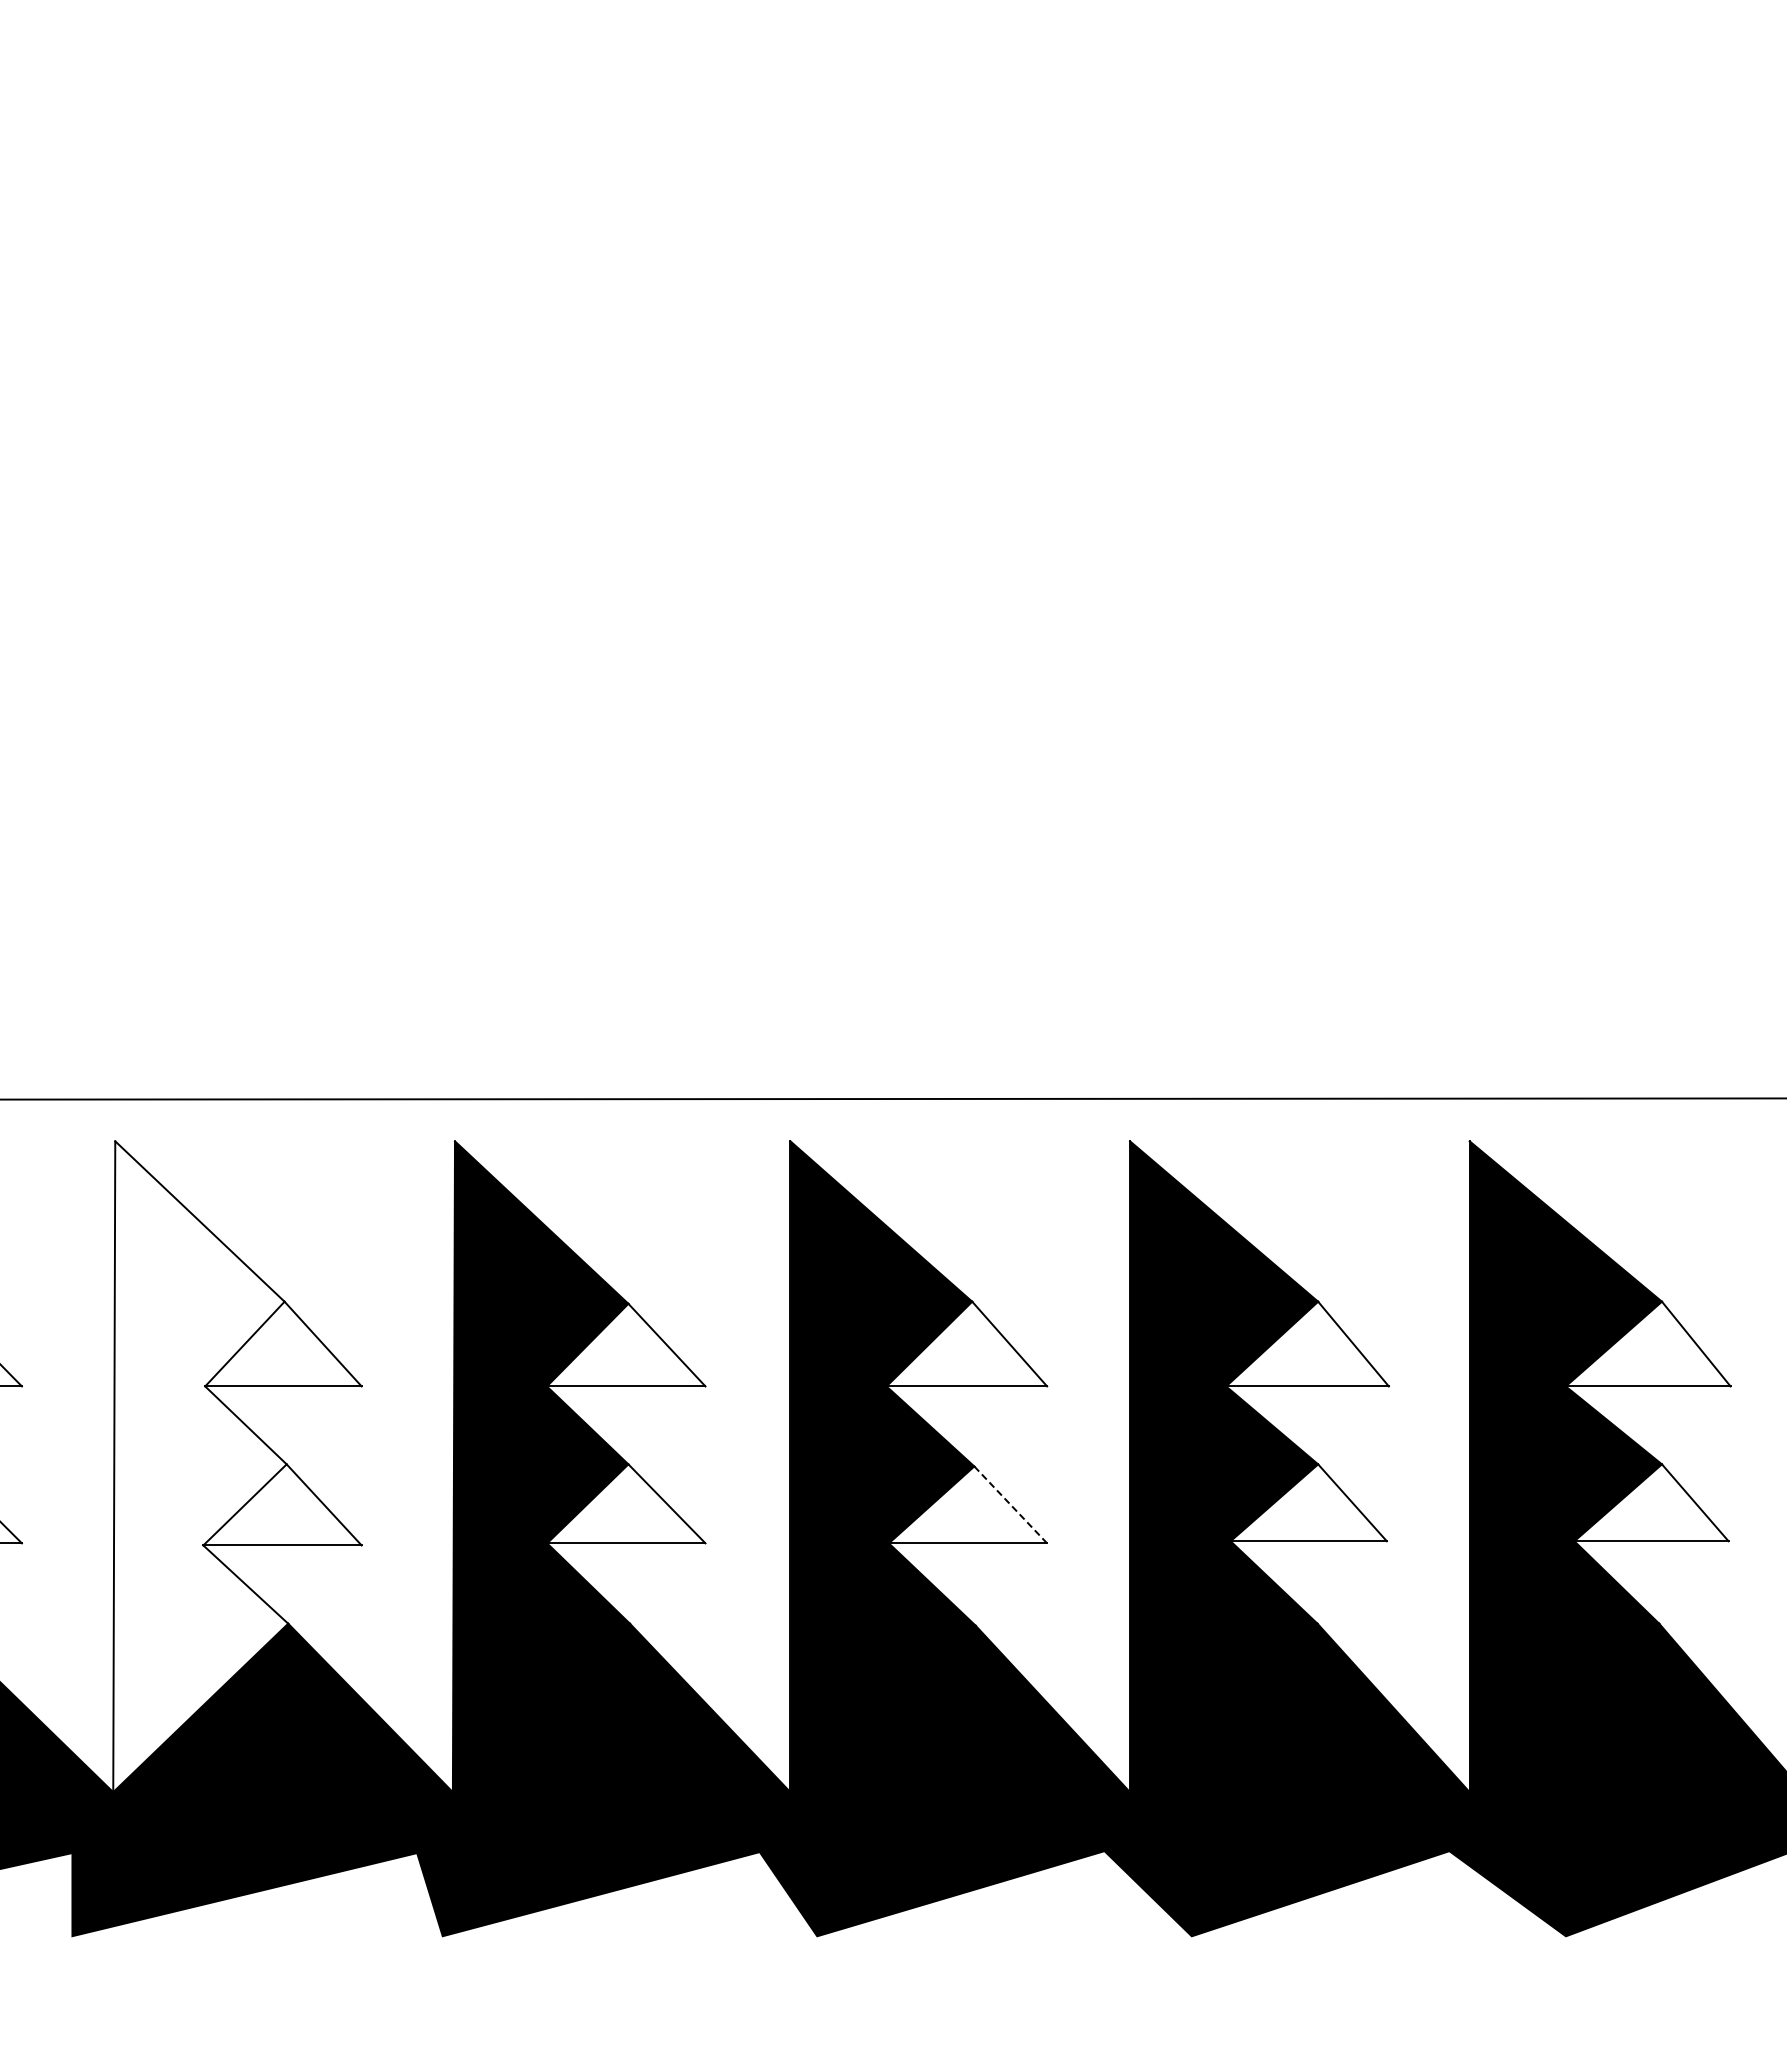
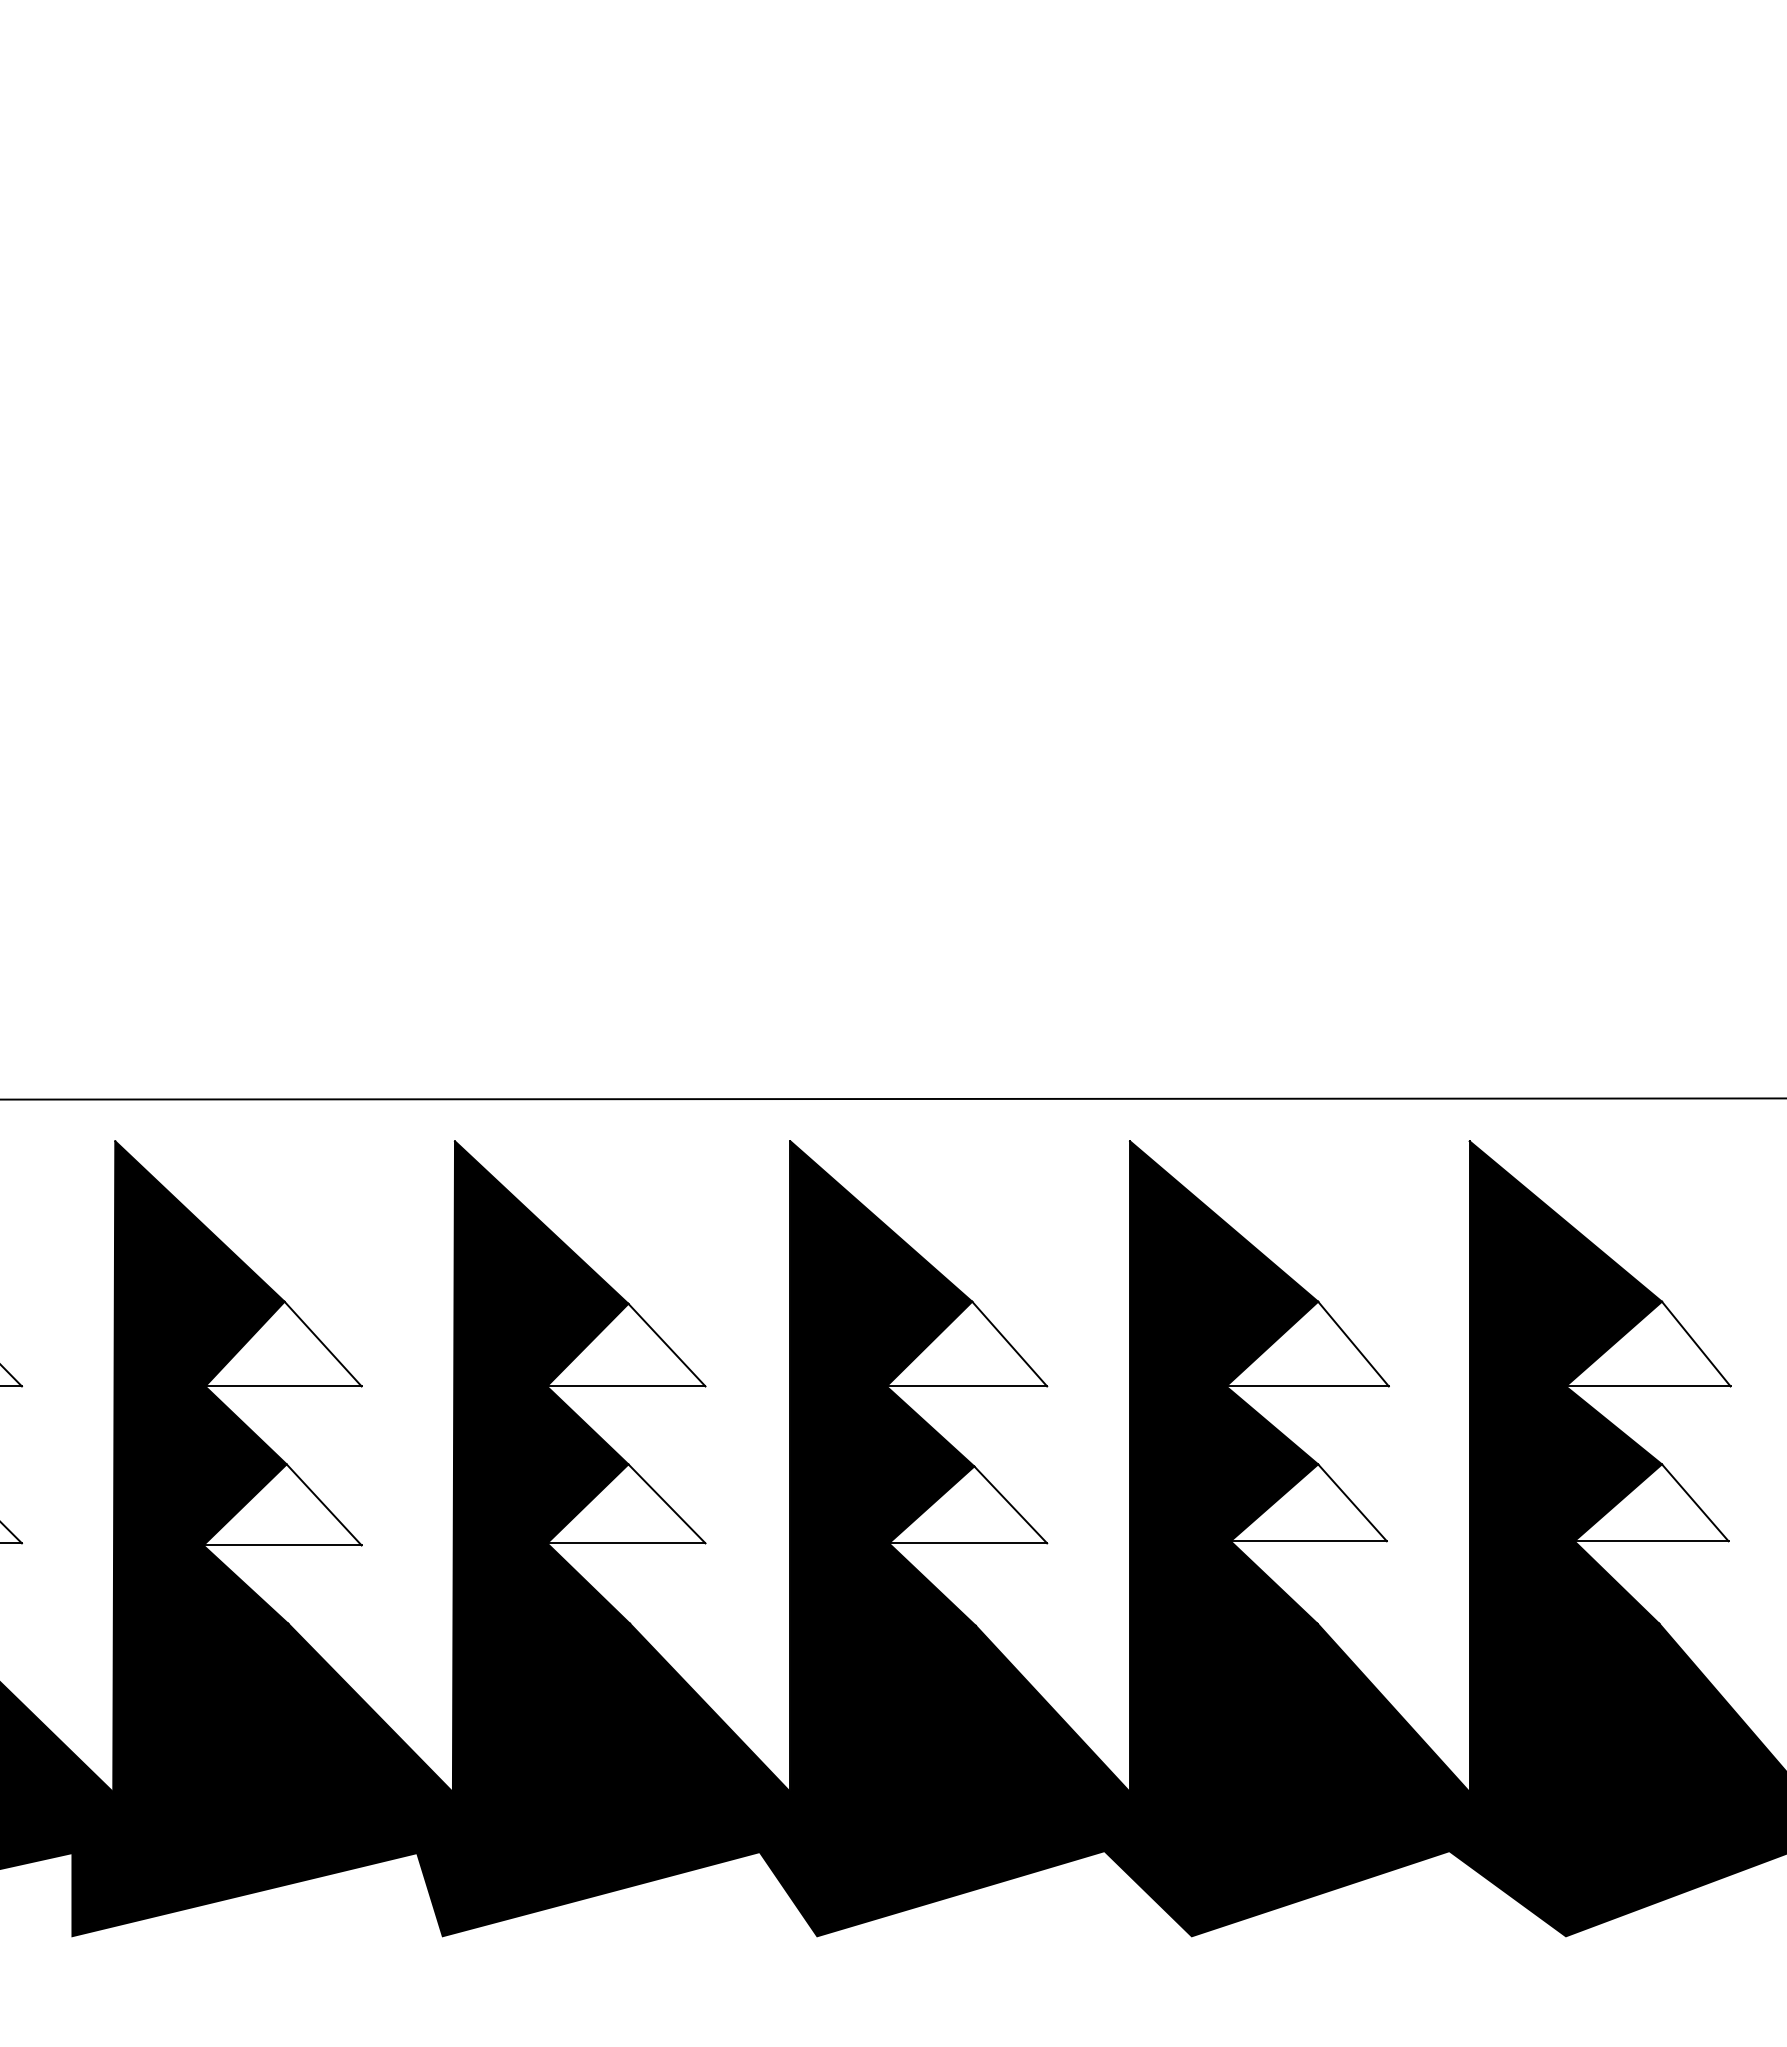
fill at (200, 1466): none -> present
line at (1010, 1504): dashed -> solid
